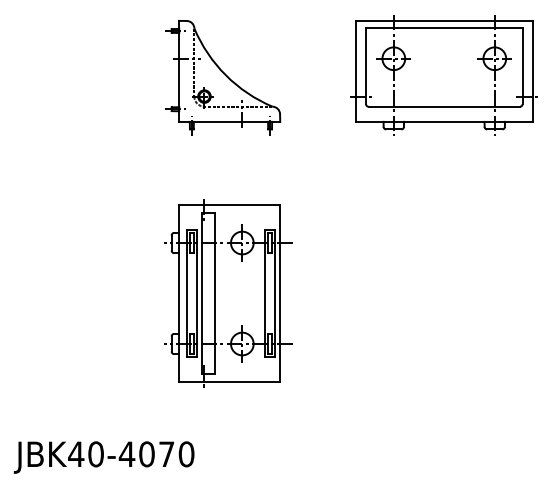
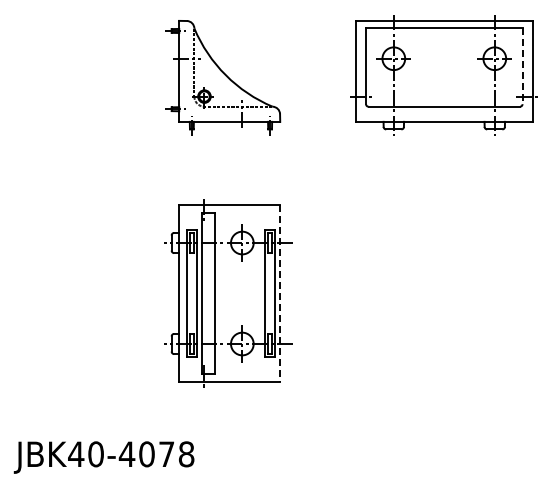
line at (522, 66): solid -> dashed
line at (280, 294): solid -> dashed
text at (186, 454): JBK40-4070 -> JBK40-4078
